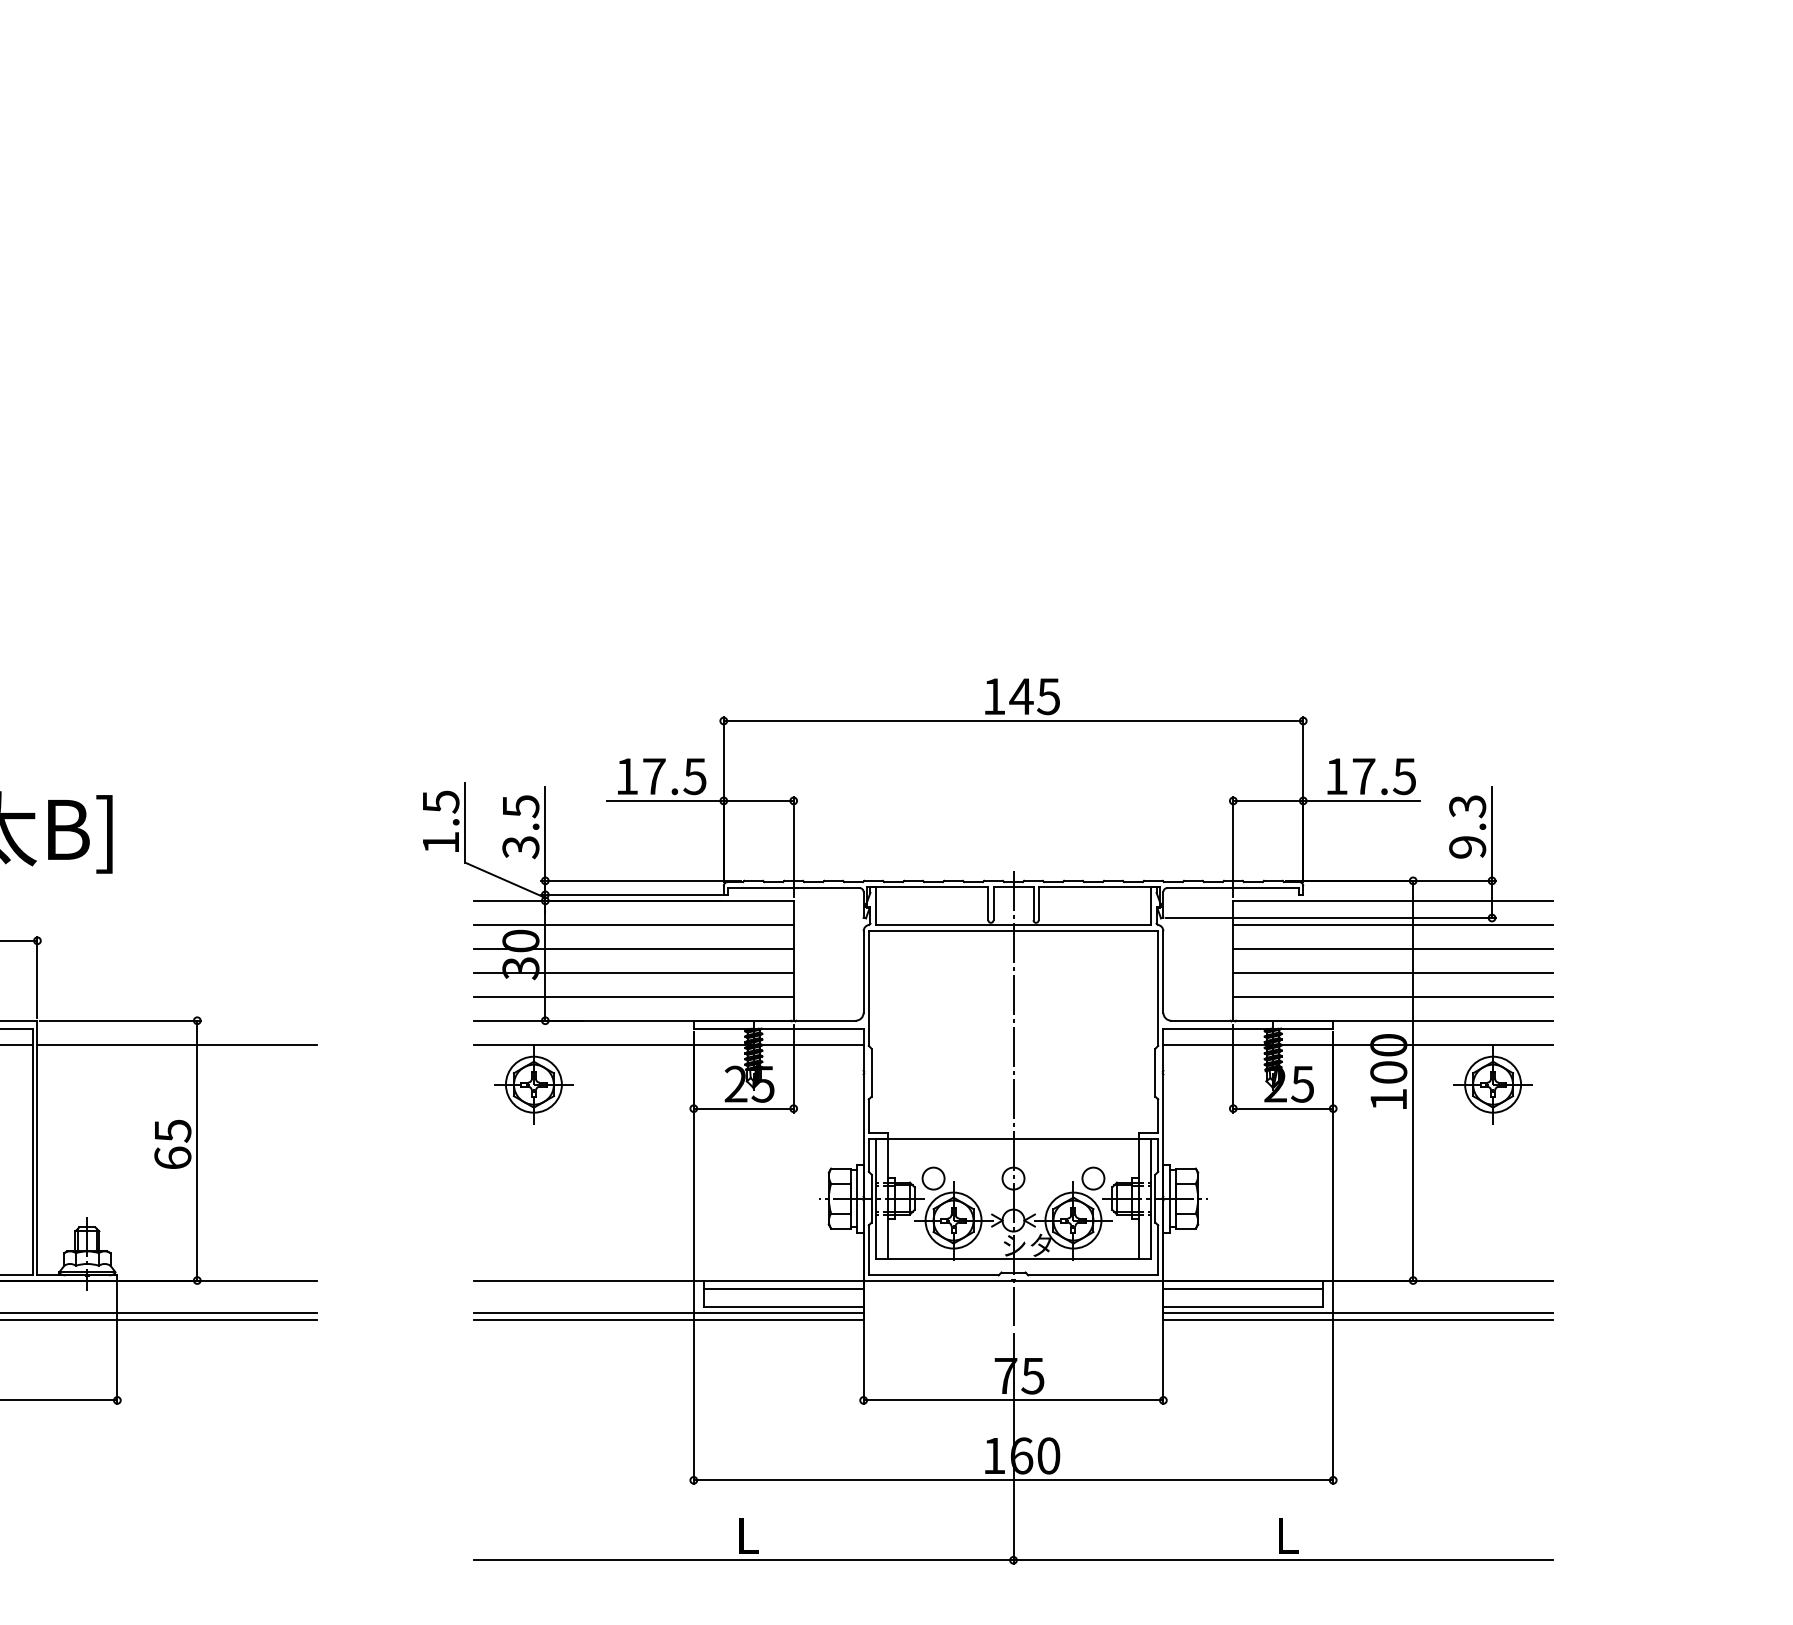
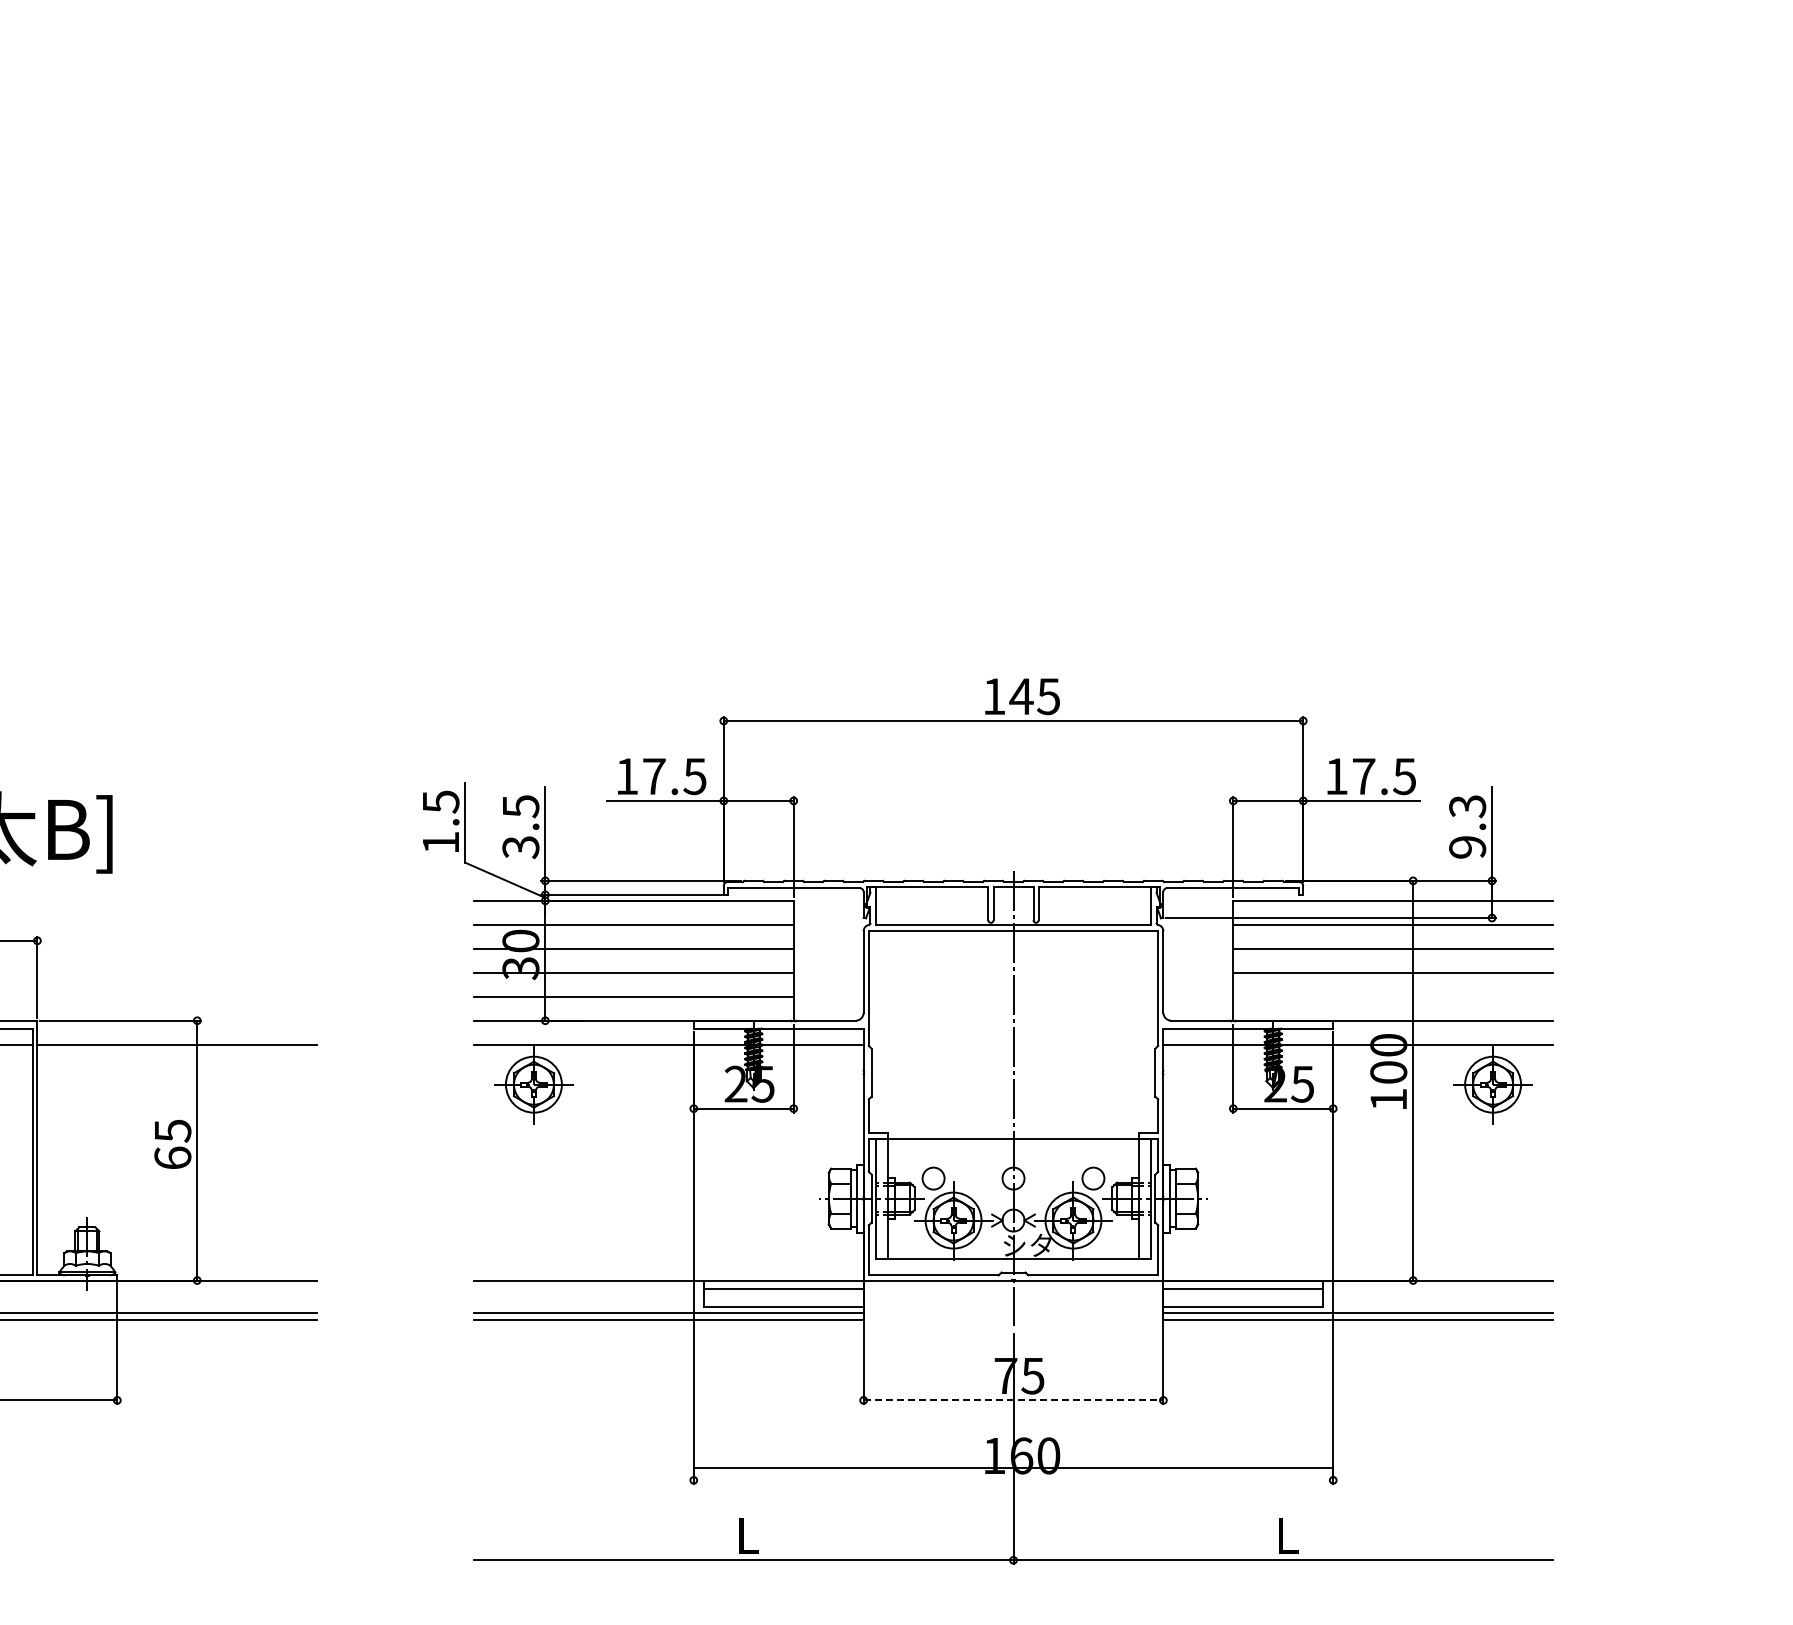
line at (1393, 996): present -> none
line at (1013, 1400): solid -> dashed
line at (1013, 1480) position: (1013, 1480) -> (1013, 1468)
